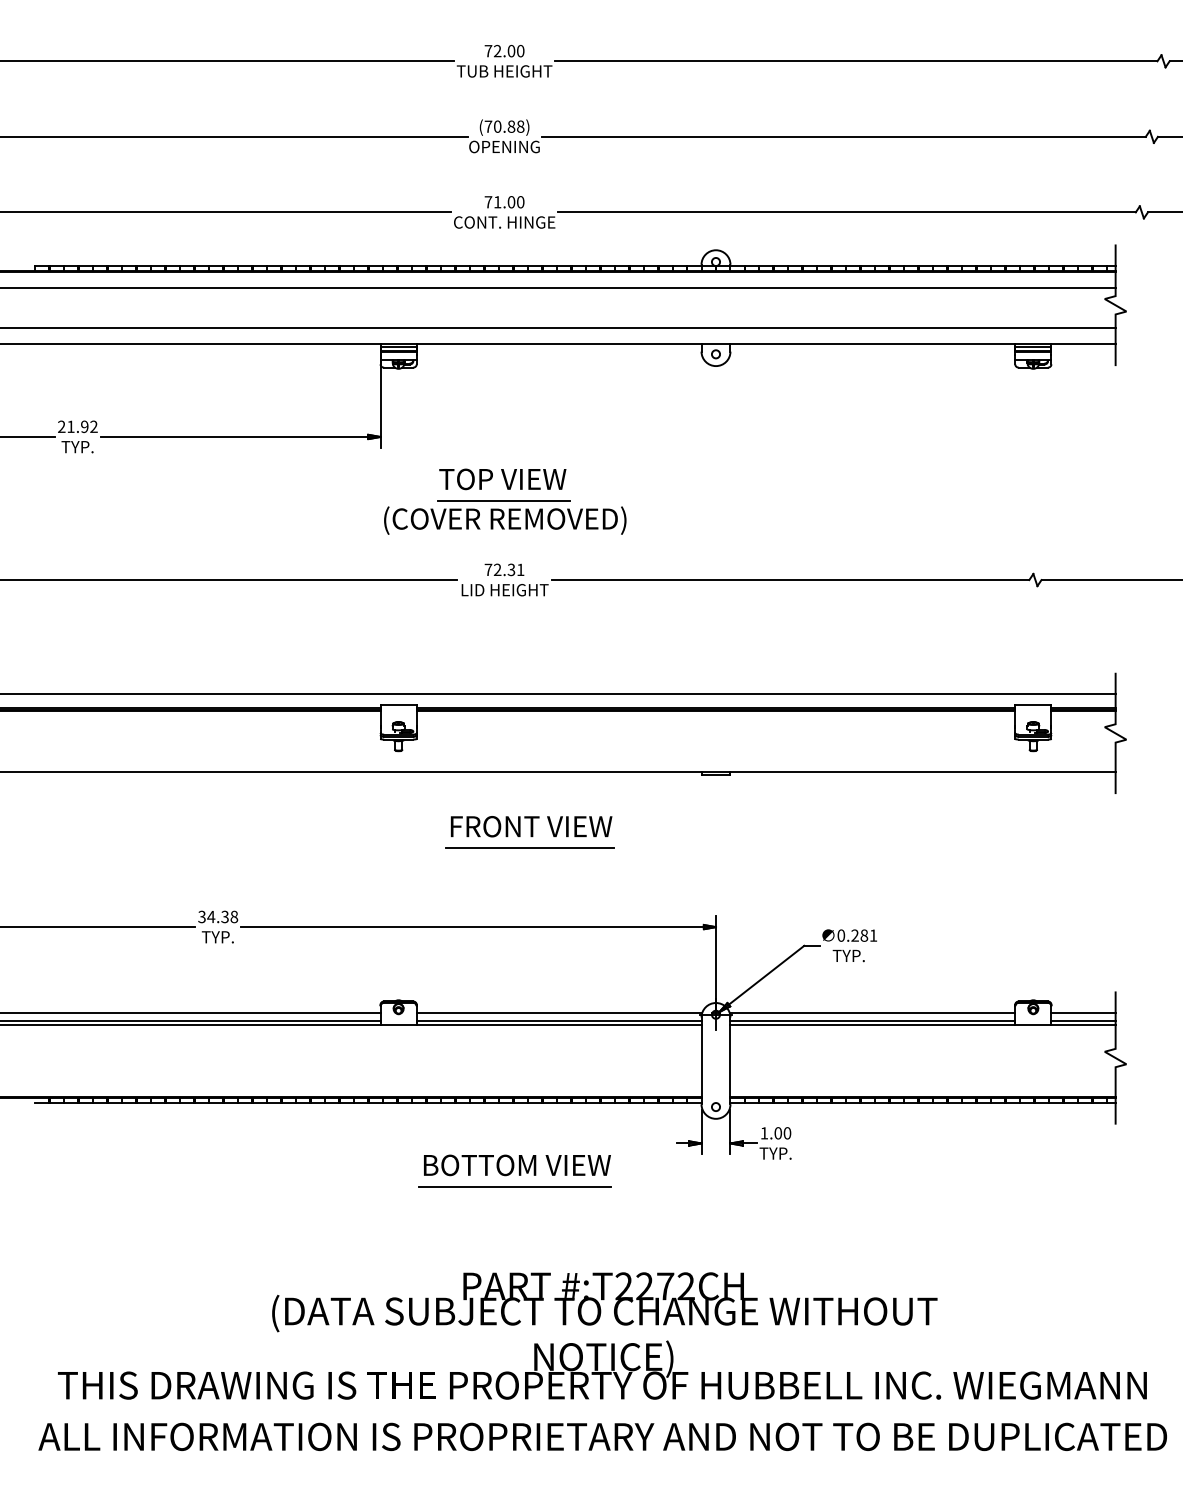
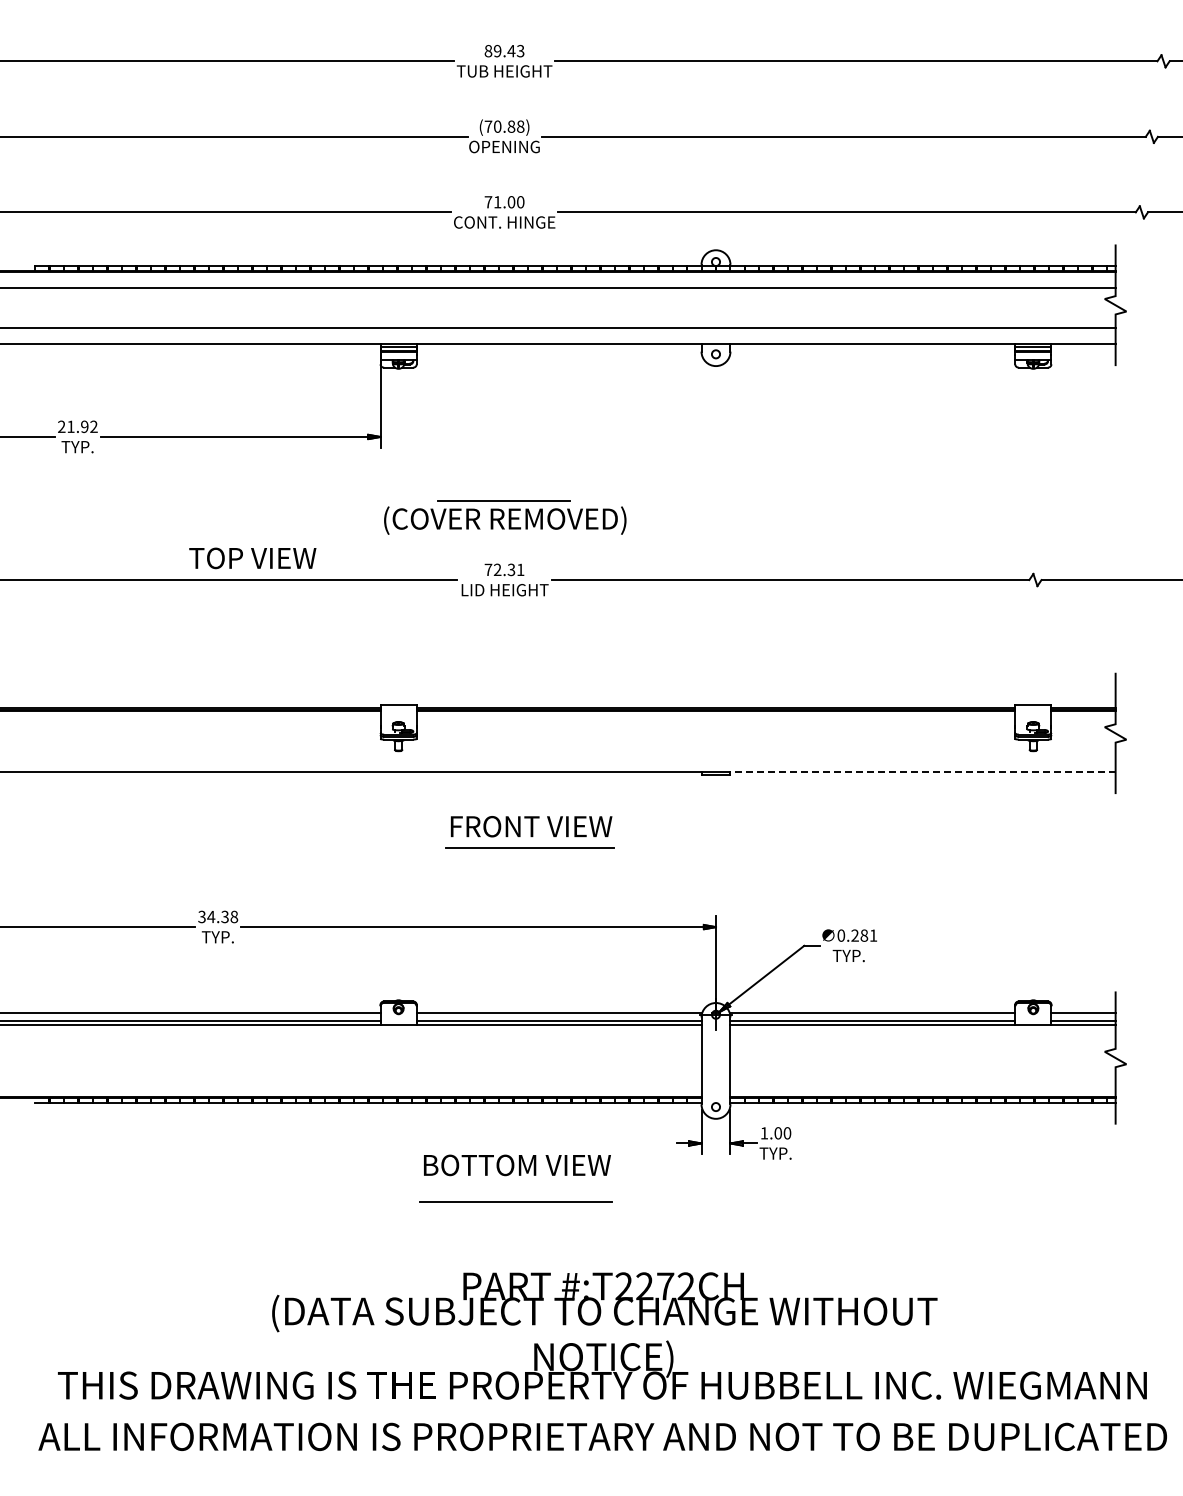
text at (504, 50): 72.00 -> 89.43
text at (502, 479) position: (502, 479) -> (252, 558)
line at (558, 694): present -> none
line at (923, 772): solid -> dashed
line at (514, 1186) position: (514, 1186) -> (515, 1201)
